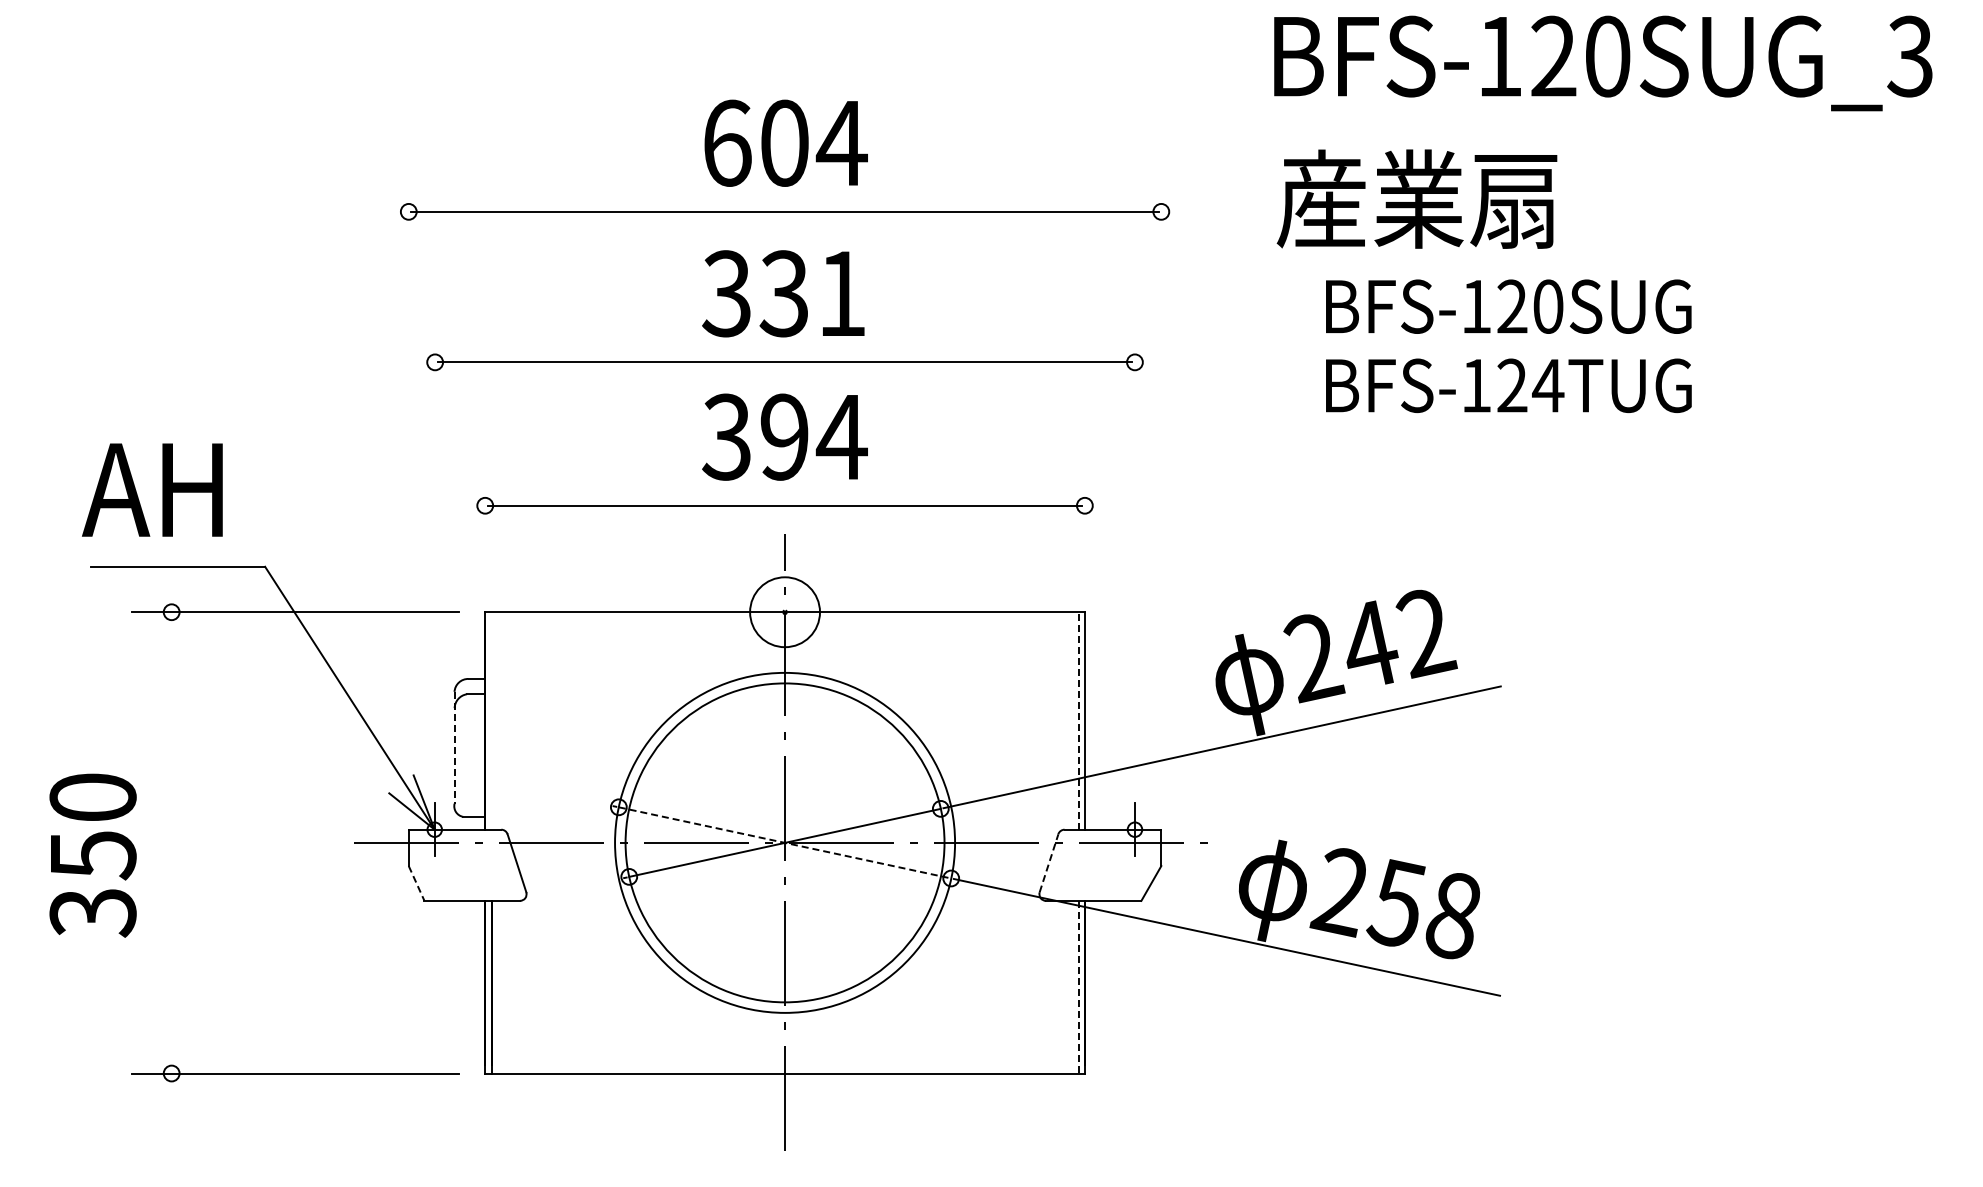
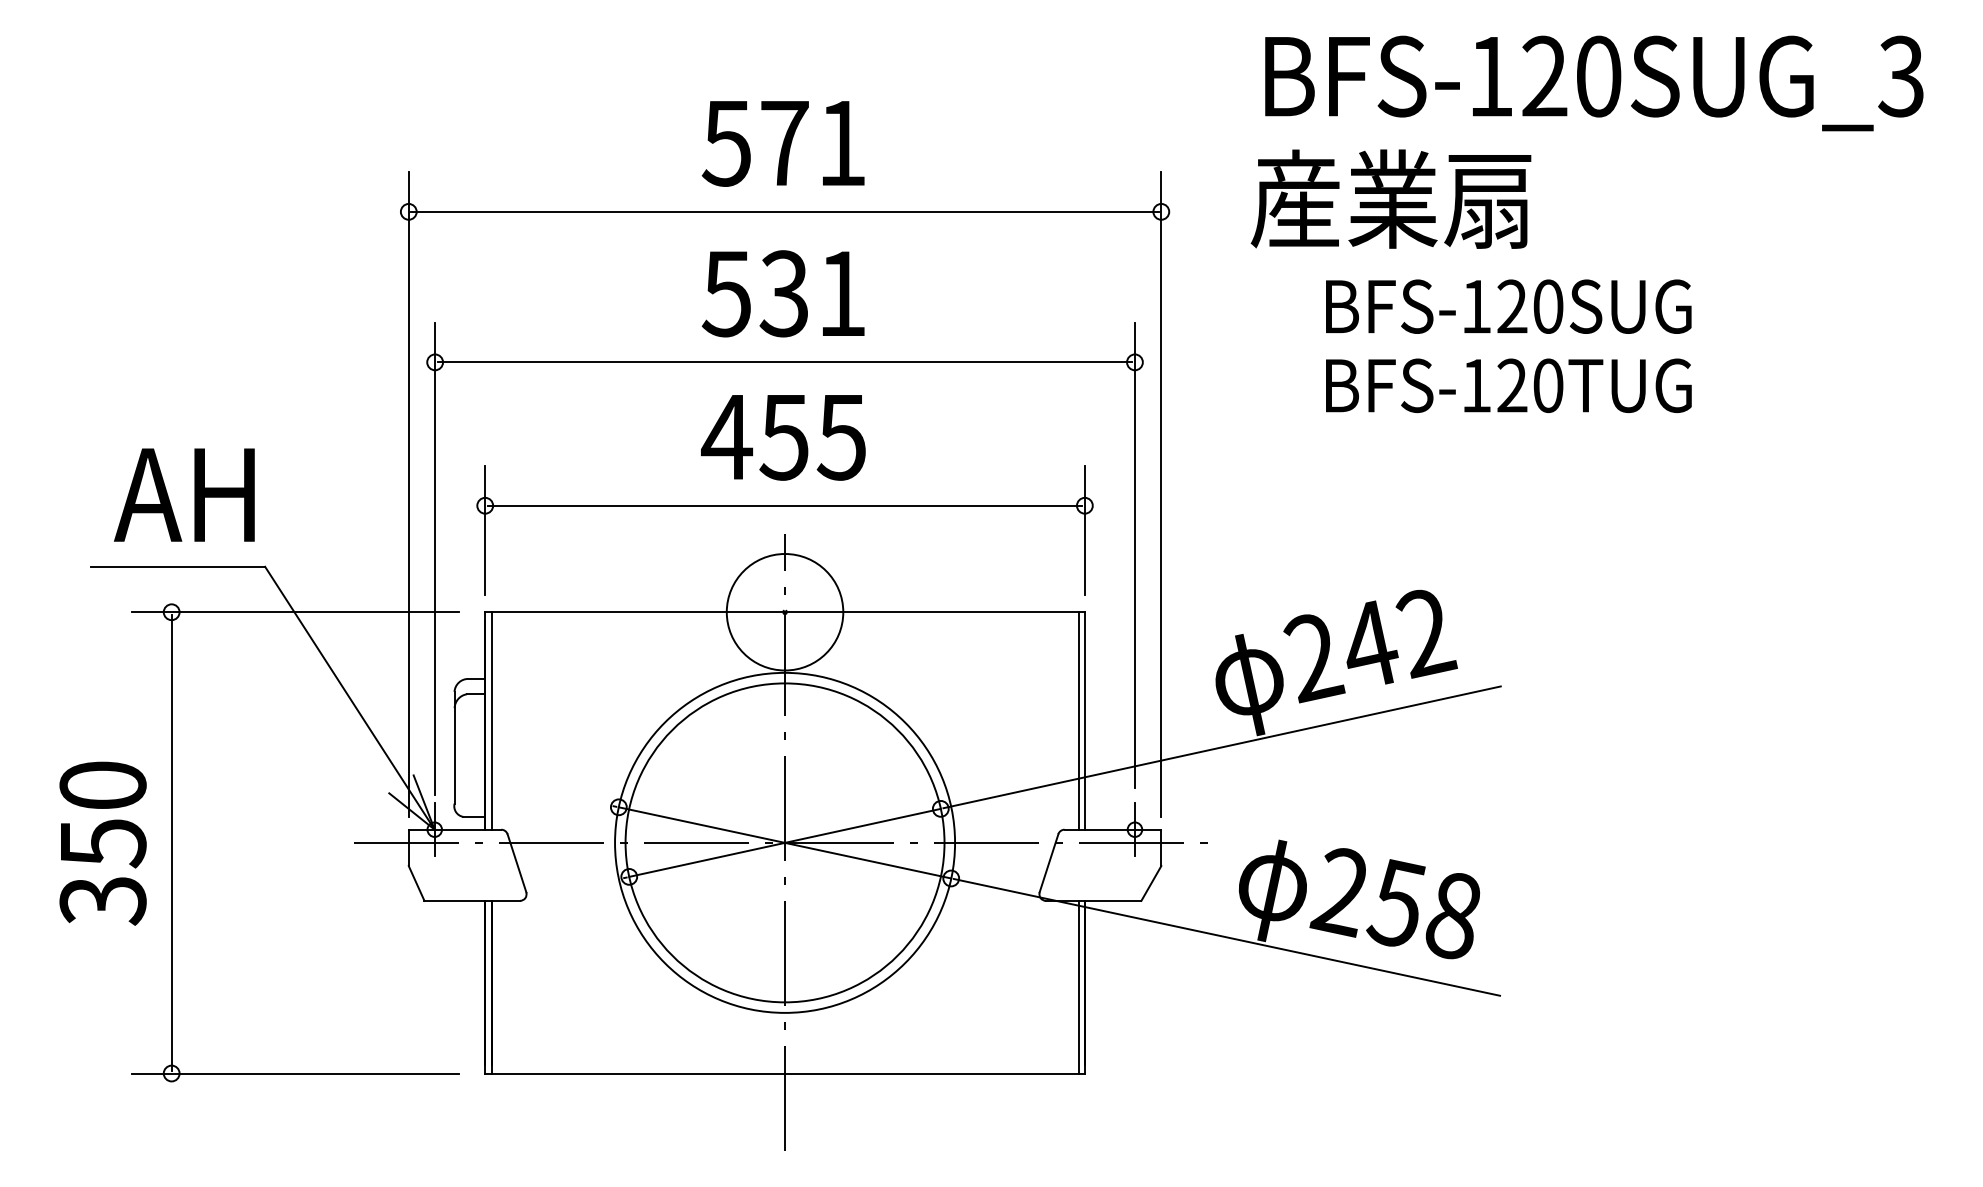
text at (1603, 63) position: (1603, 63) -> (1594, 83)
text at (784, 142): 604 -> 571
text at (1416, 198) position: (1416, 198) -> (1390, 198)
text at (725, 293): 331 -> 531
text at (1548, 385): BFS-124TUG -> BFS-120TUG
text at (784, 436): 394 -> 455
text at (152, 489) position: (152, 489) -> (184, 494)
line at (408, 494): none -> present
line at (1161, 494): none -> present
line at (485, 530): none -> present
line at (1084, 530): none -> present
line at (1134, 554): none -> present
line at (435, 558): none -> present
circle at (785, 612) diameter: 70 px -> 117 px
line at (491, 720): none -> present
line at (1078, 720): dashed -> solid
line at (454, 747): dashed -> solid
line at (171, 842): none -> present
line at (785, 842): dashed -> solid
text at (92, 855) position: (92, 855) -> (102, 843)
line at (1049, 862): dashed -> solid
line at (416, 883): dashed -> solid
line at (1078, 987): dashed -> solid
